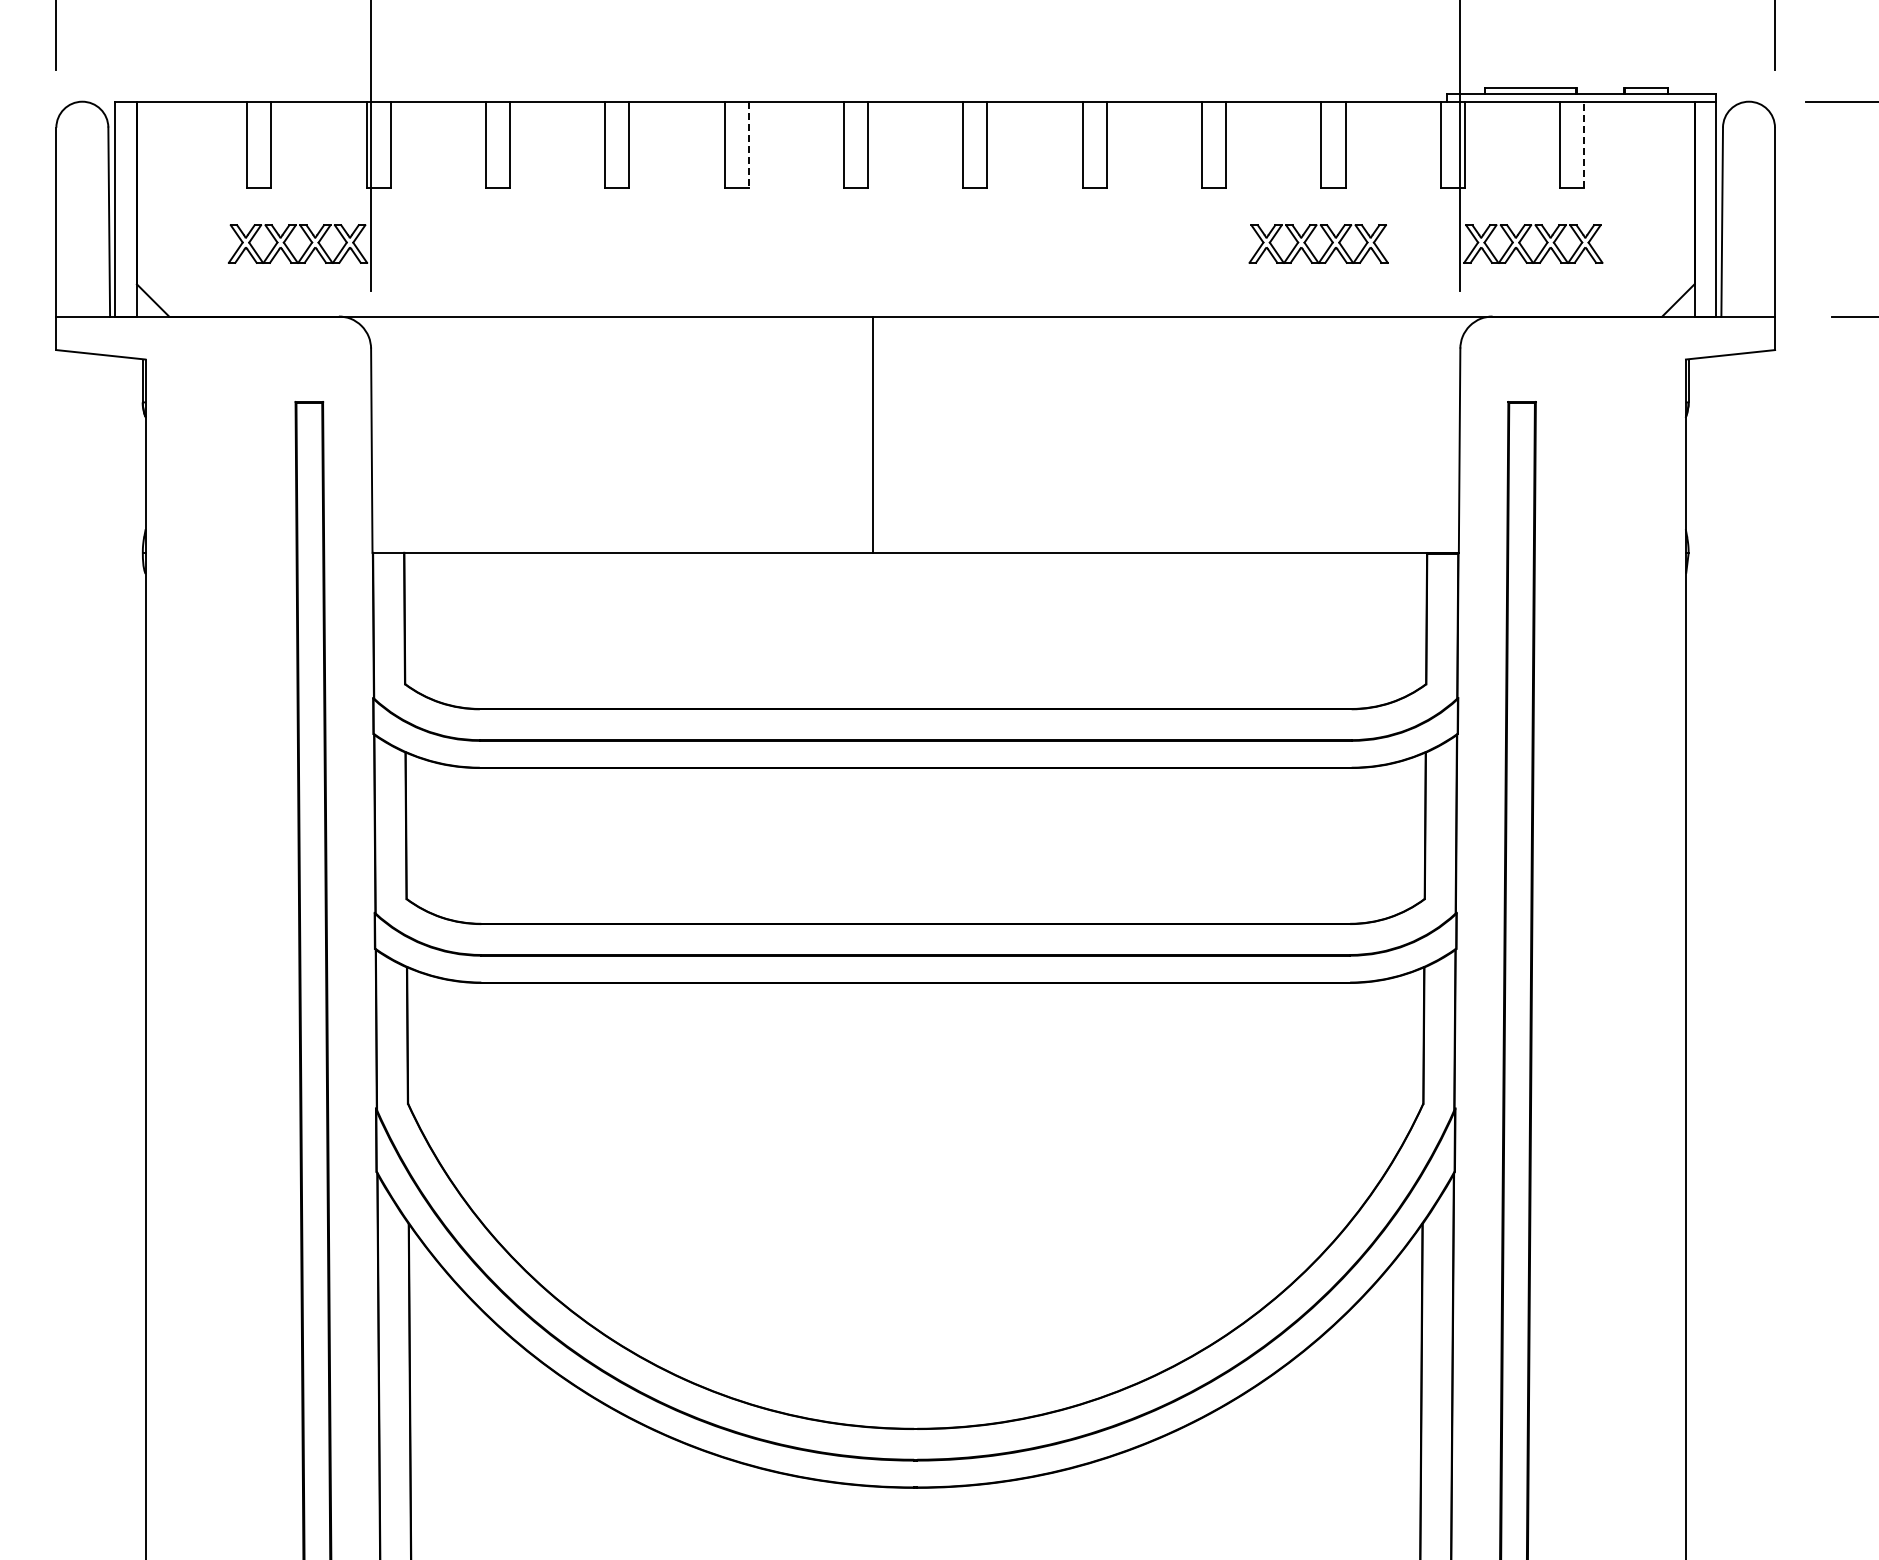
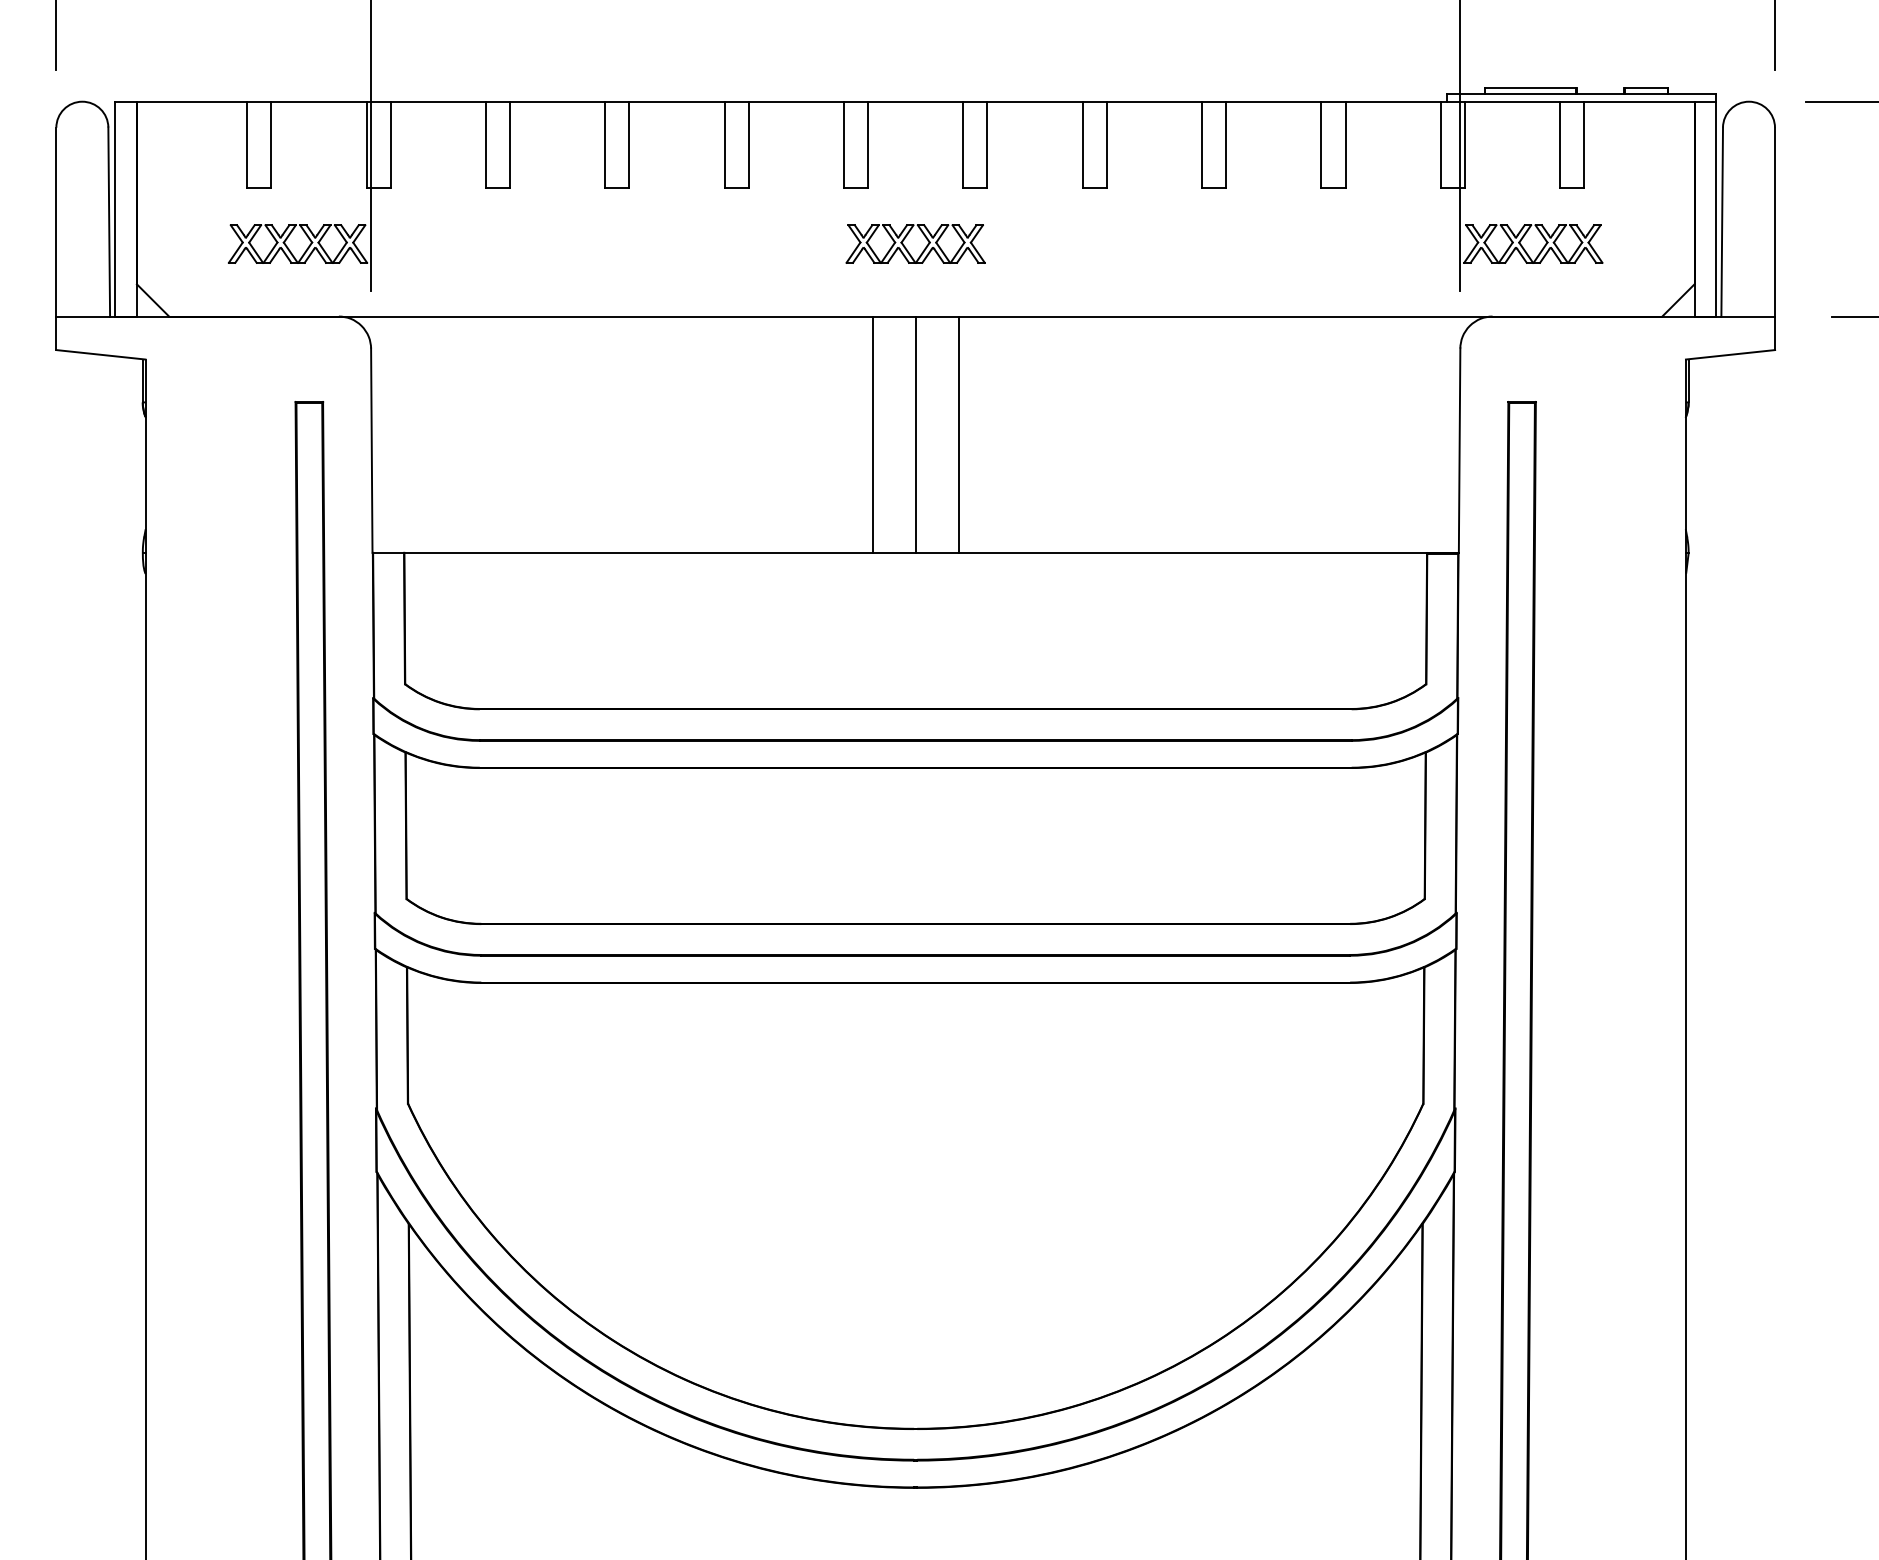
line at (748, 144): dashed -> solid
line at (1584, 144): dashed -> solid
part at (1311, 250) position: (1311, 250) -> (908, 250)
line at (915, 434): none -> present
line at (958, 434): none -> present
